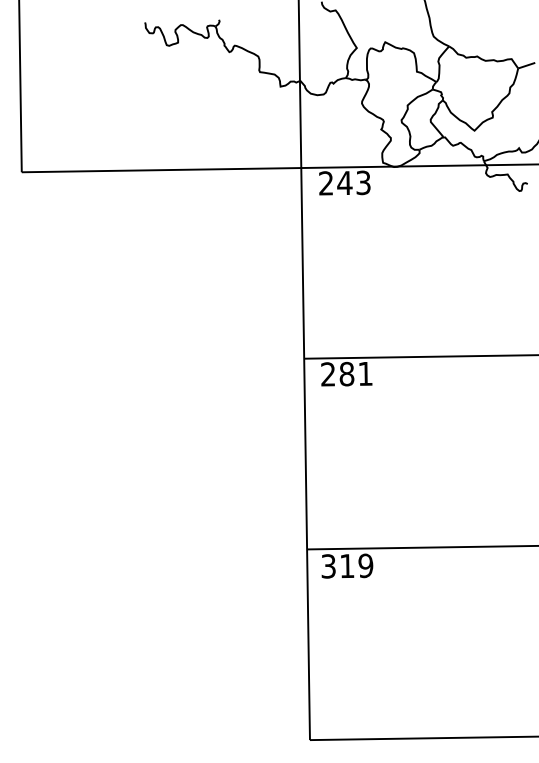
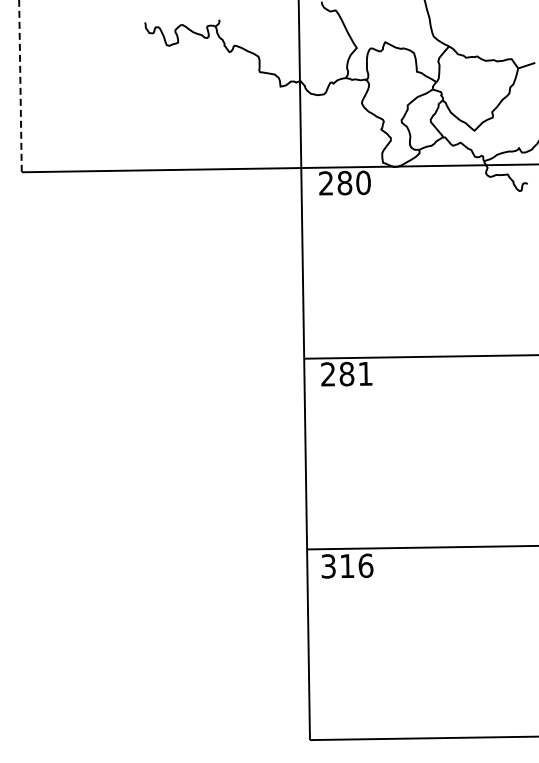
line at (20, 86): solid -> dashed
text at (353, 182): 243 -> 280
text at (365, 565): 319 -> 316
